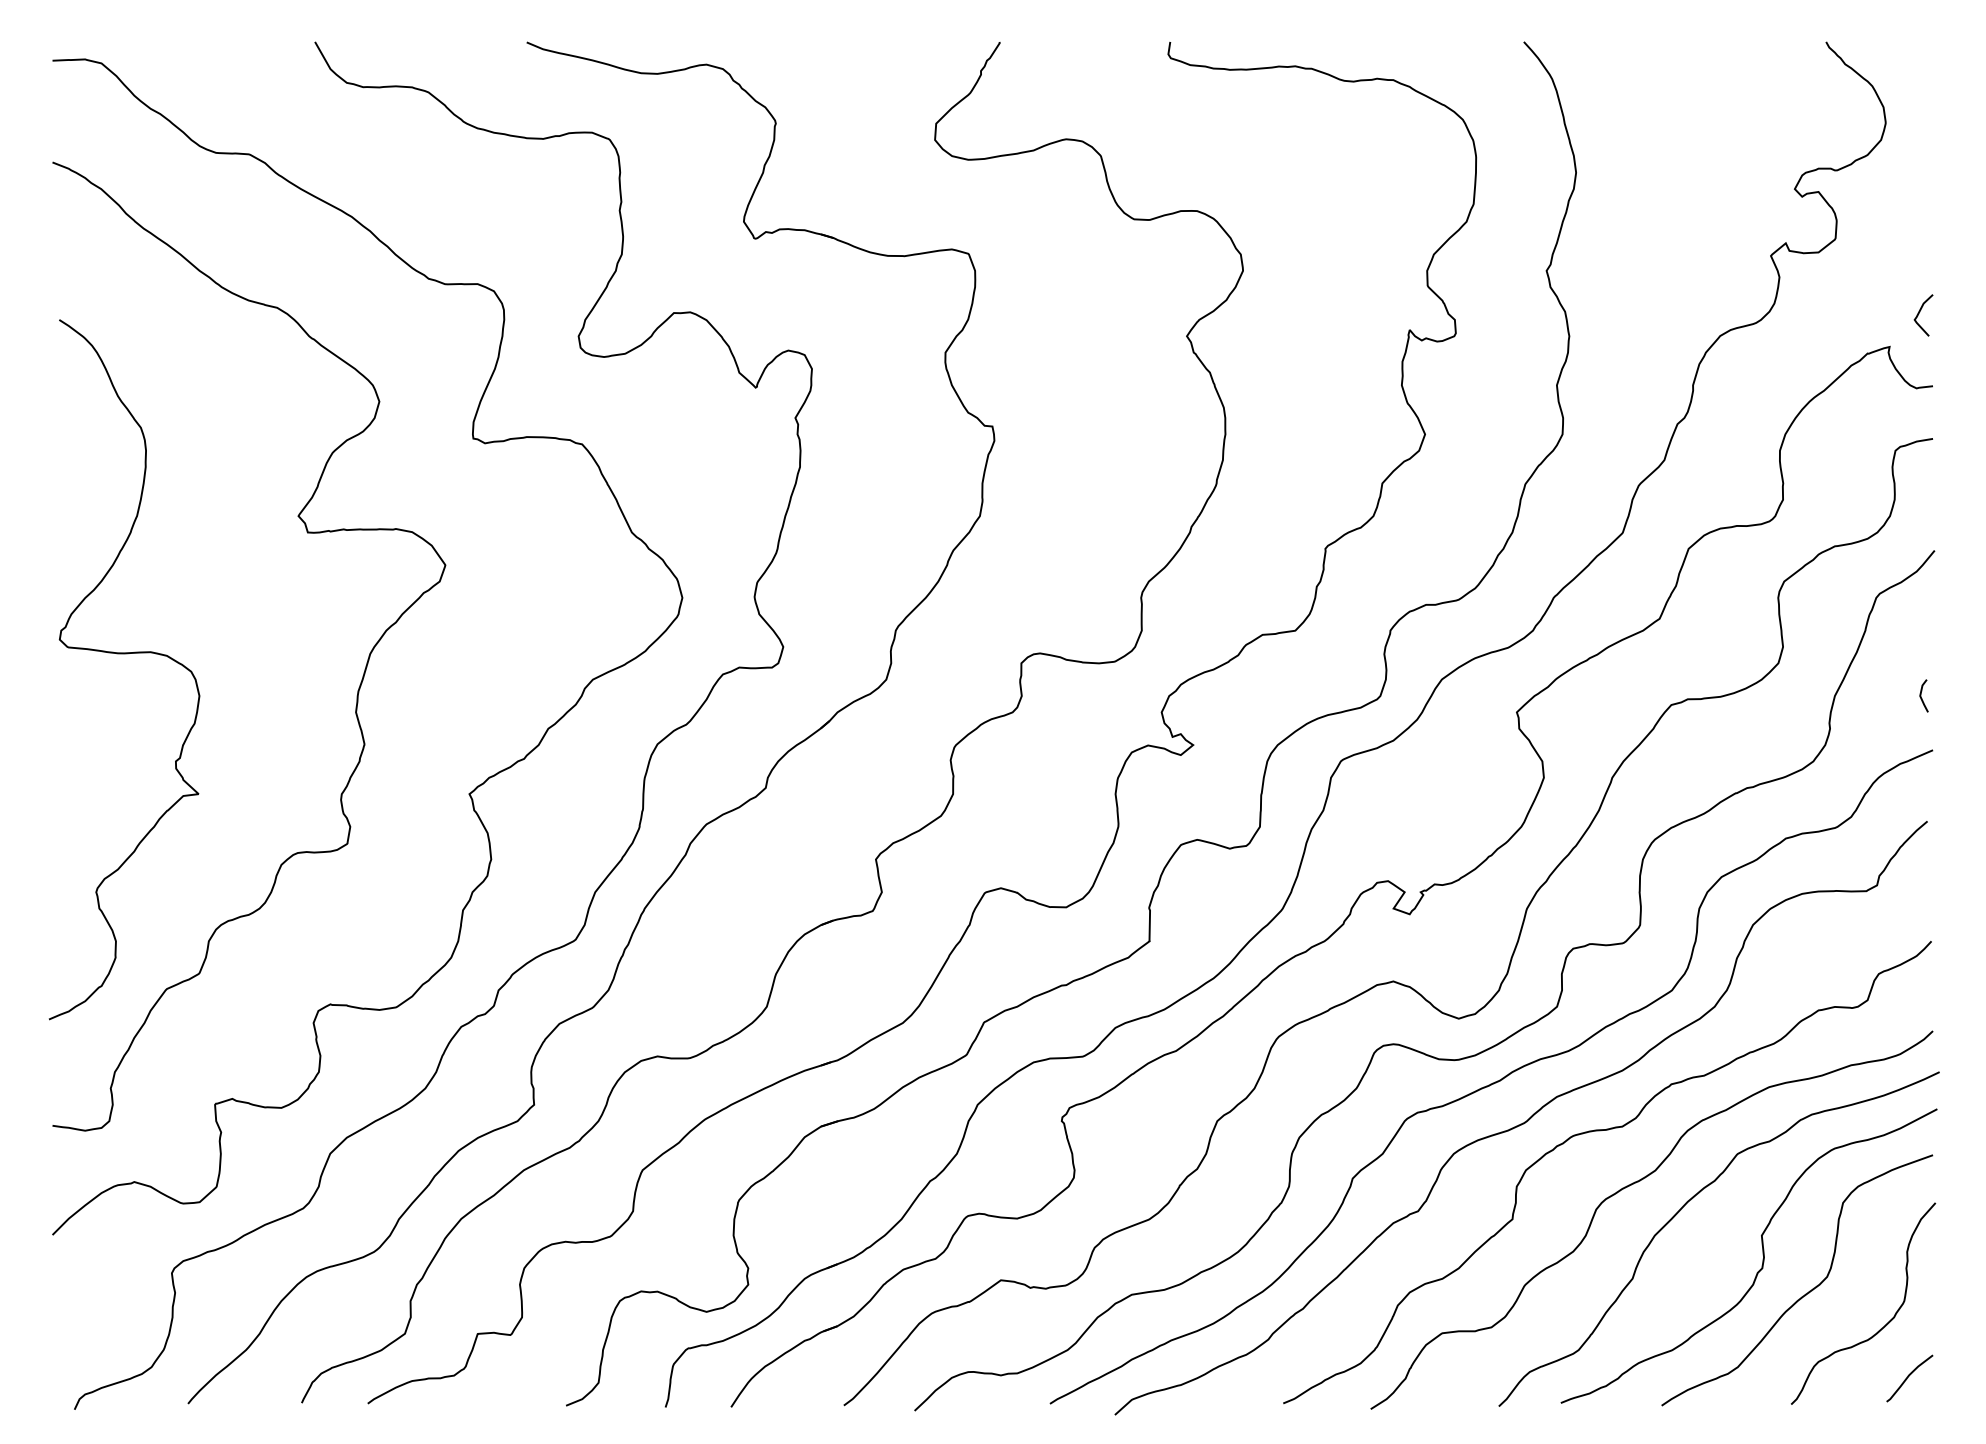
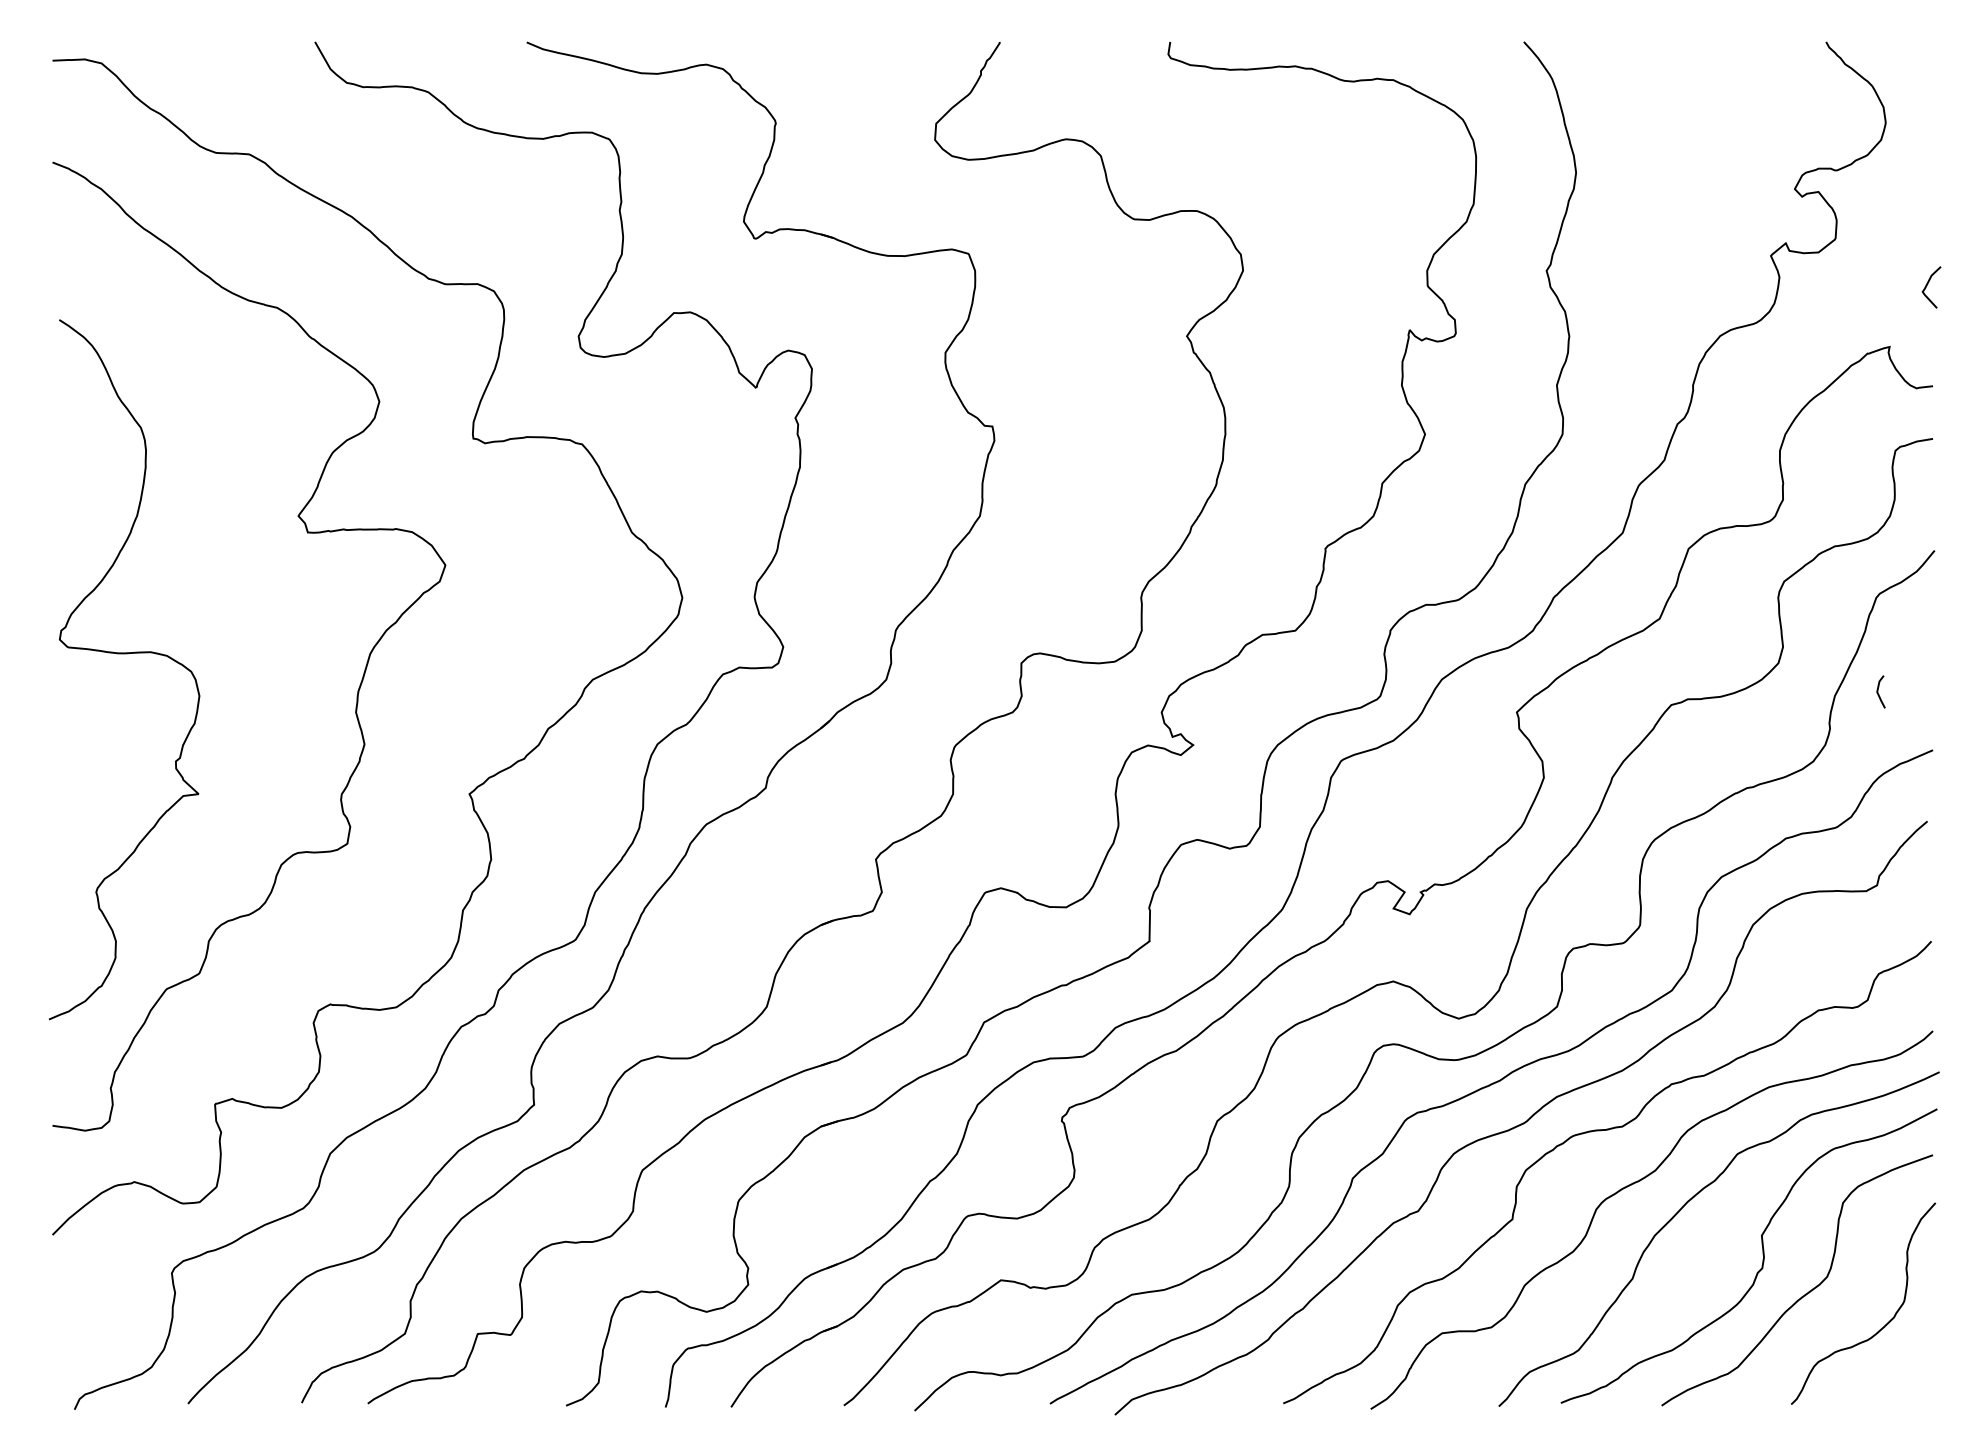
curve at (1920, 312) position: (1920, 312) -> (1928, 284)
line at (1921, 695) position: (1921, 695) -> (1878, 691)
curve at (1908, 1377): present -> none
